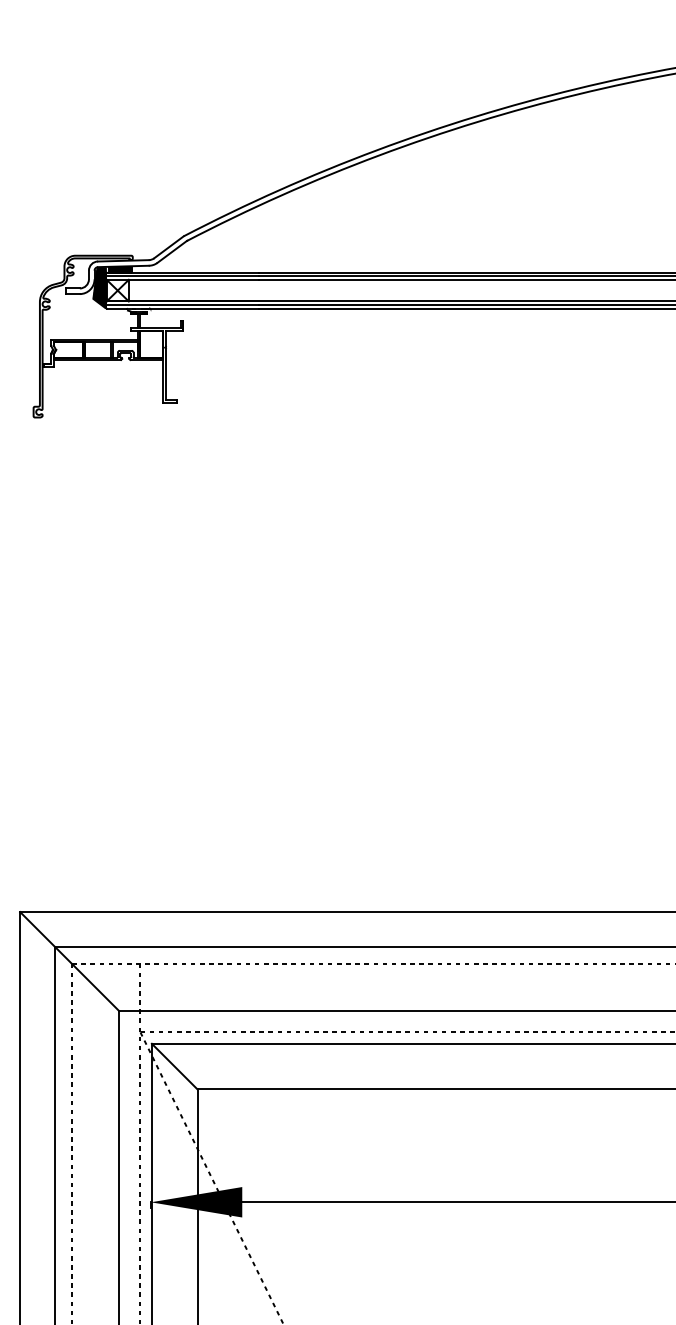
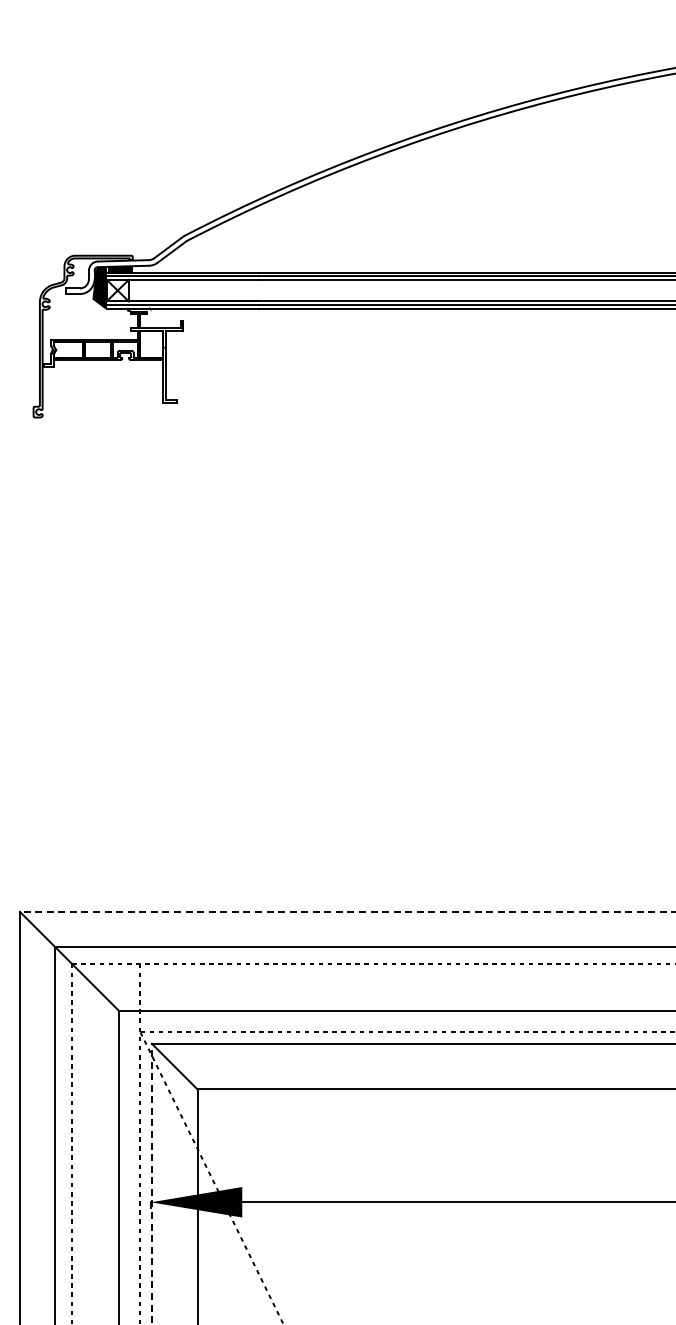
line at (348, 912): solid -> dashed
line at (151, 1183): solid -> dashed
